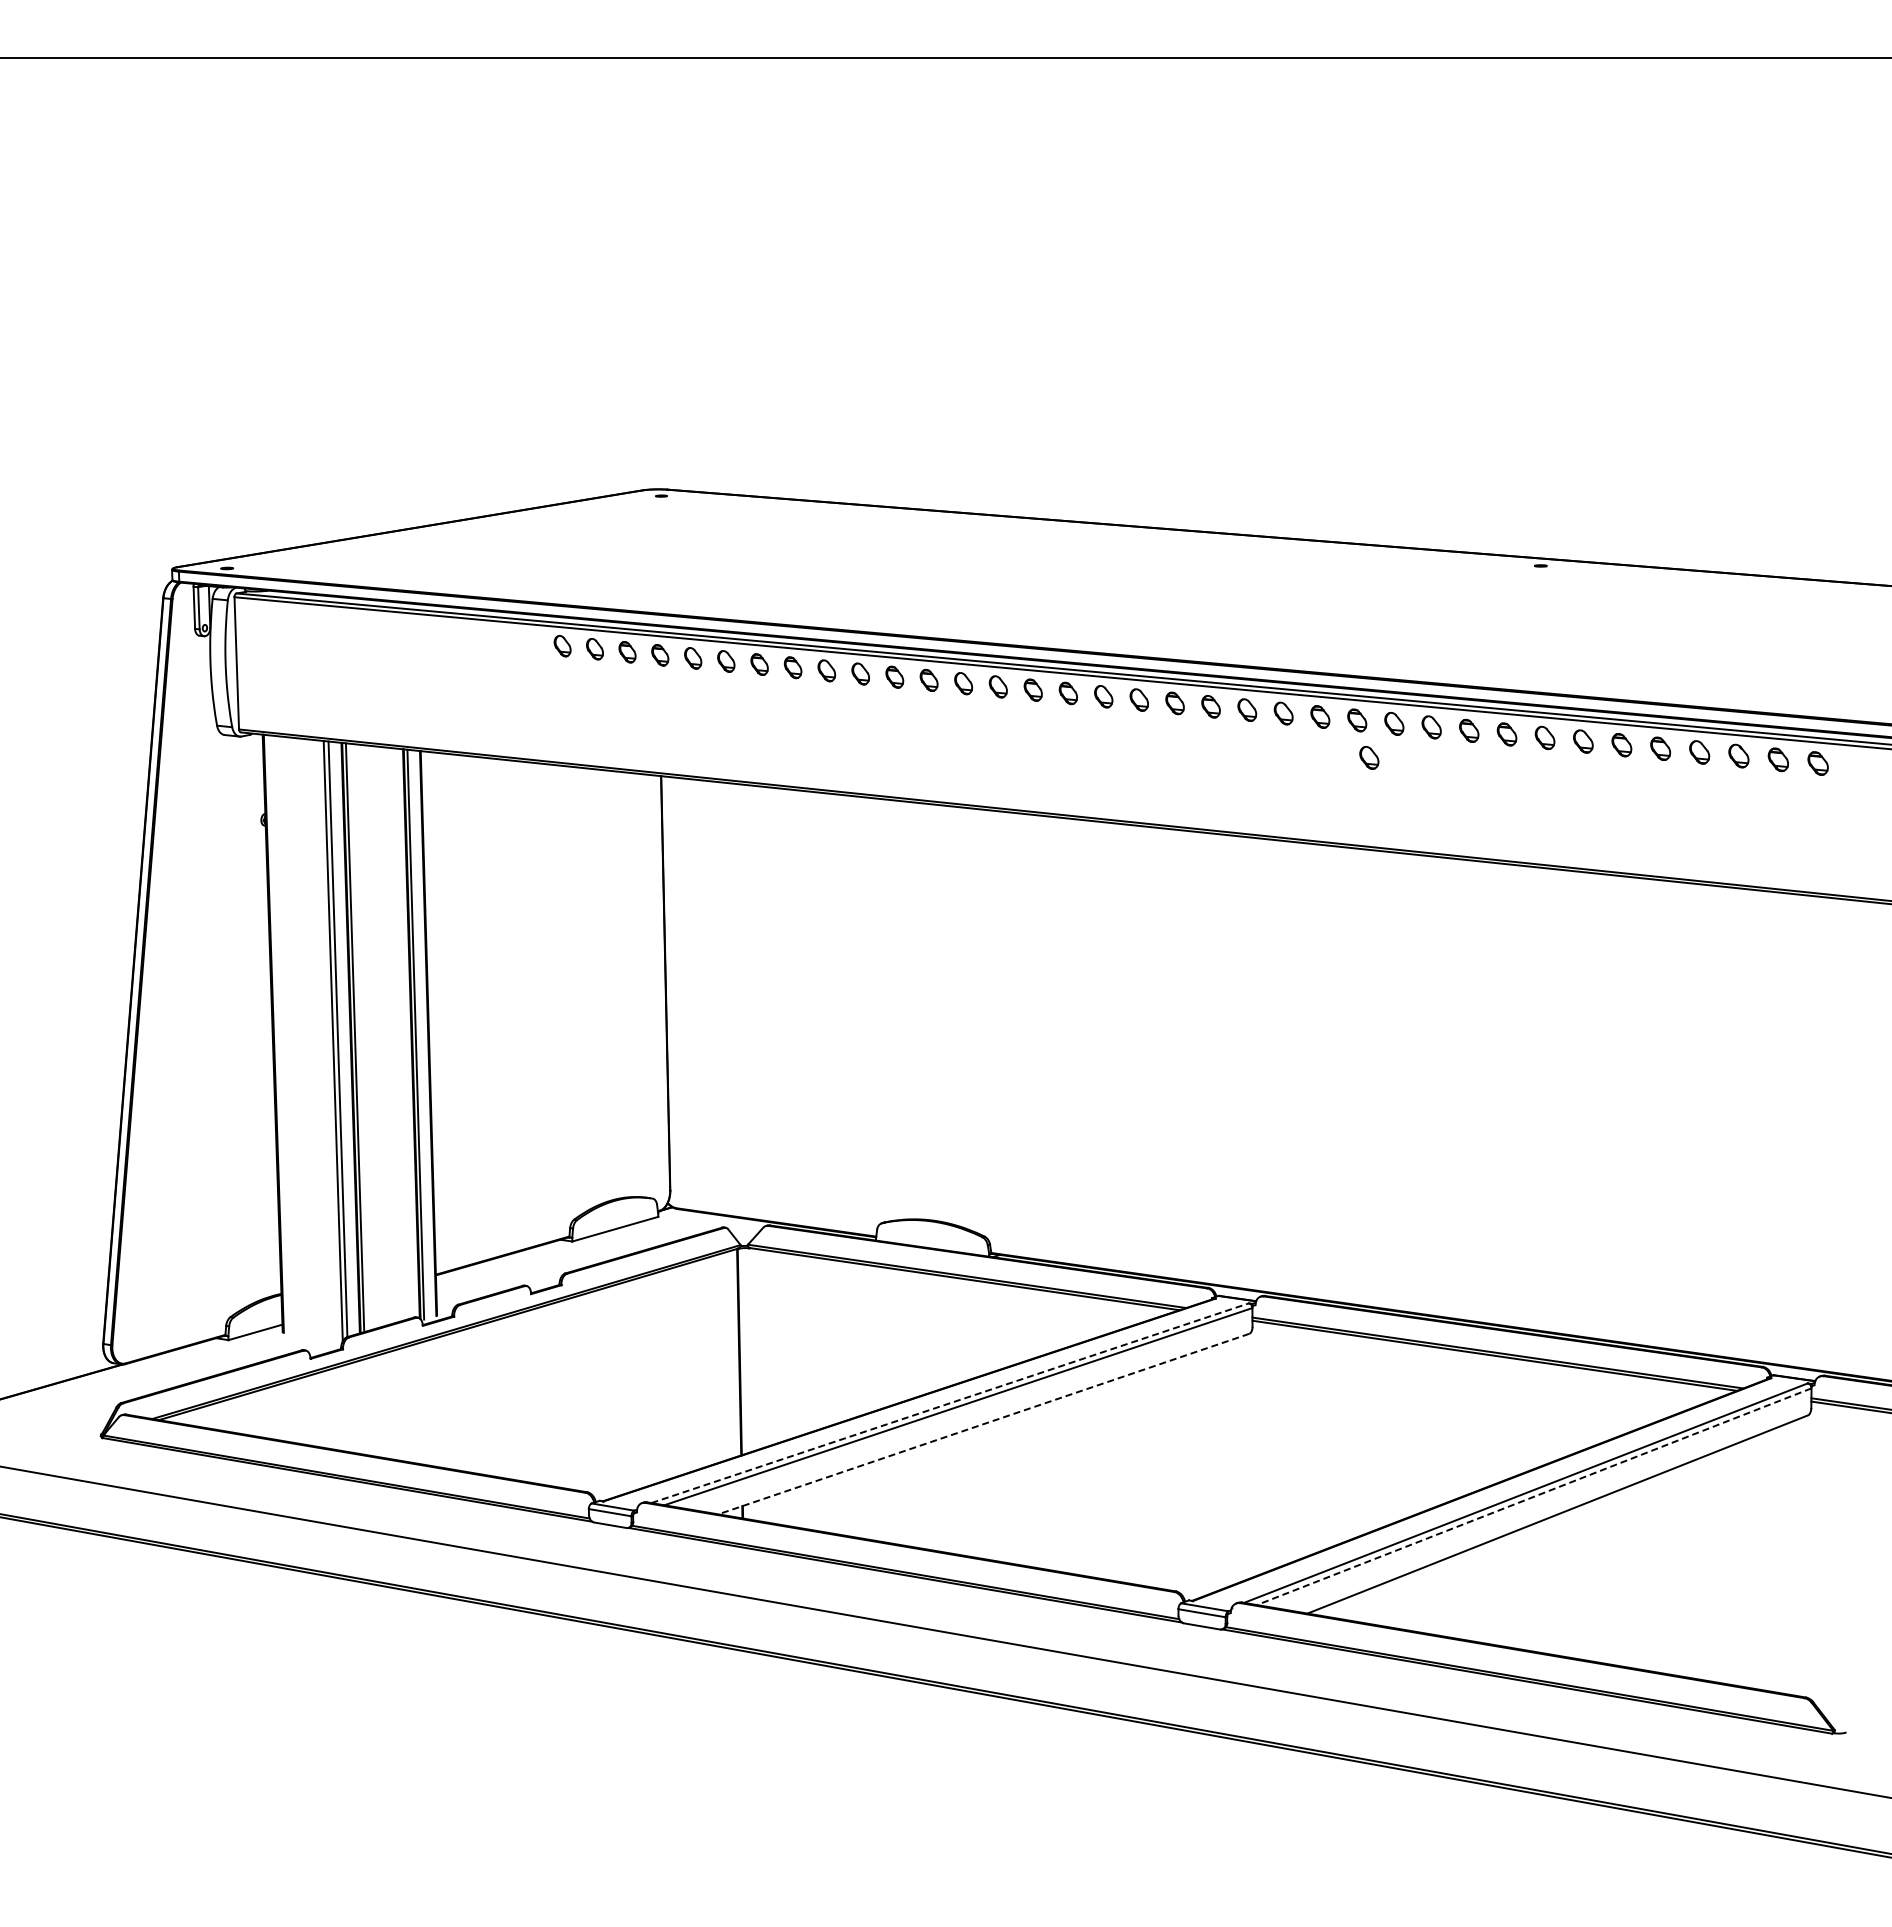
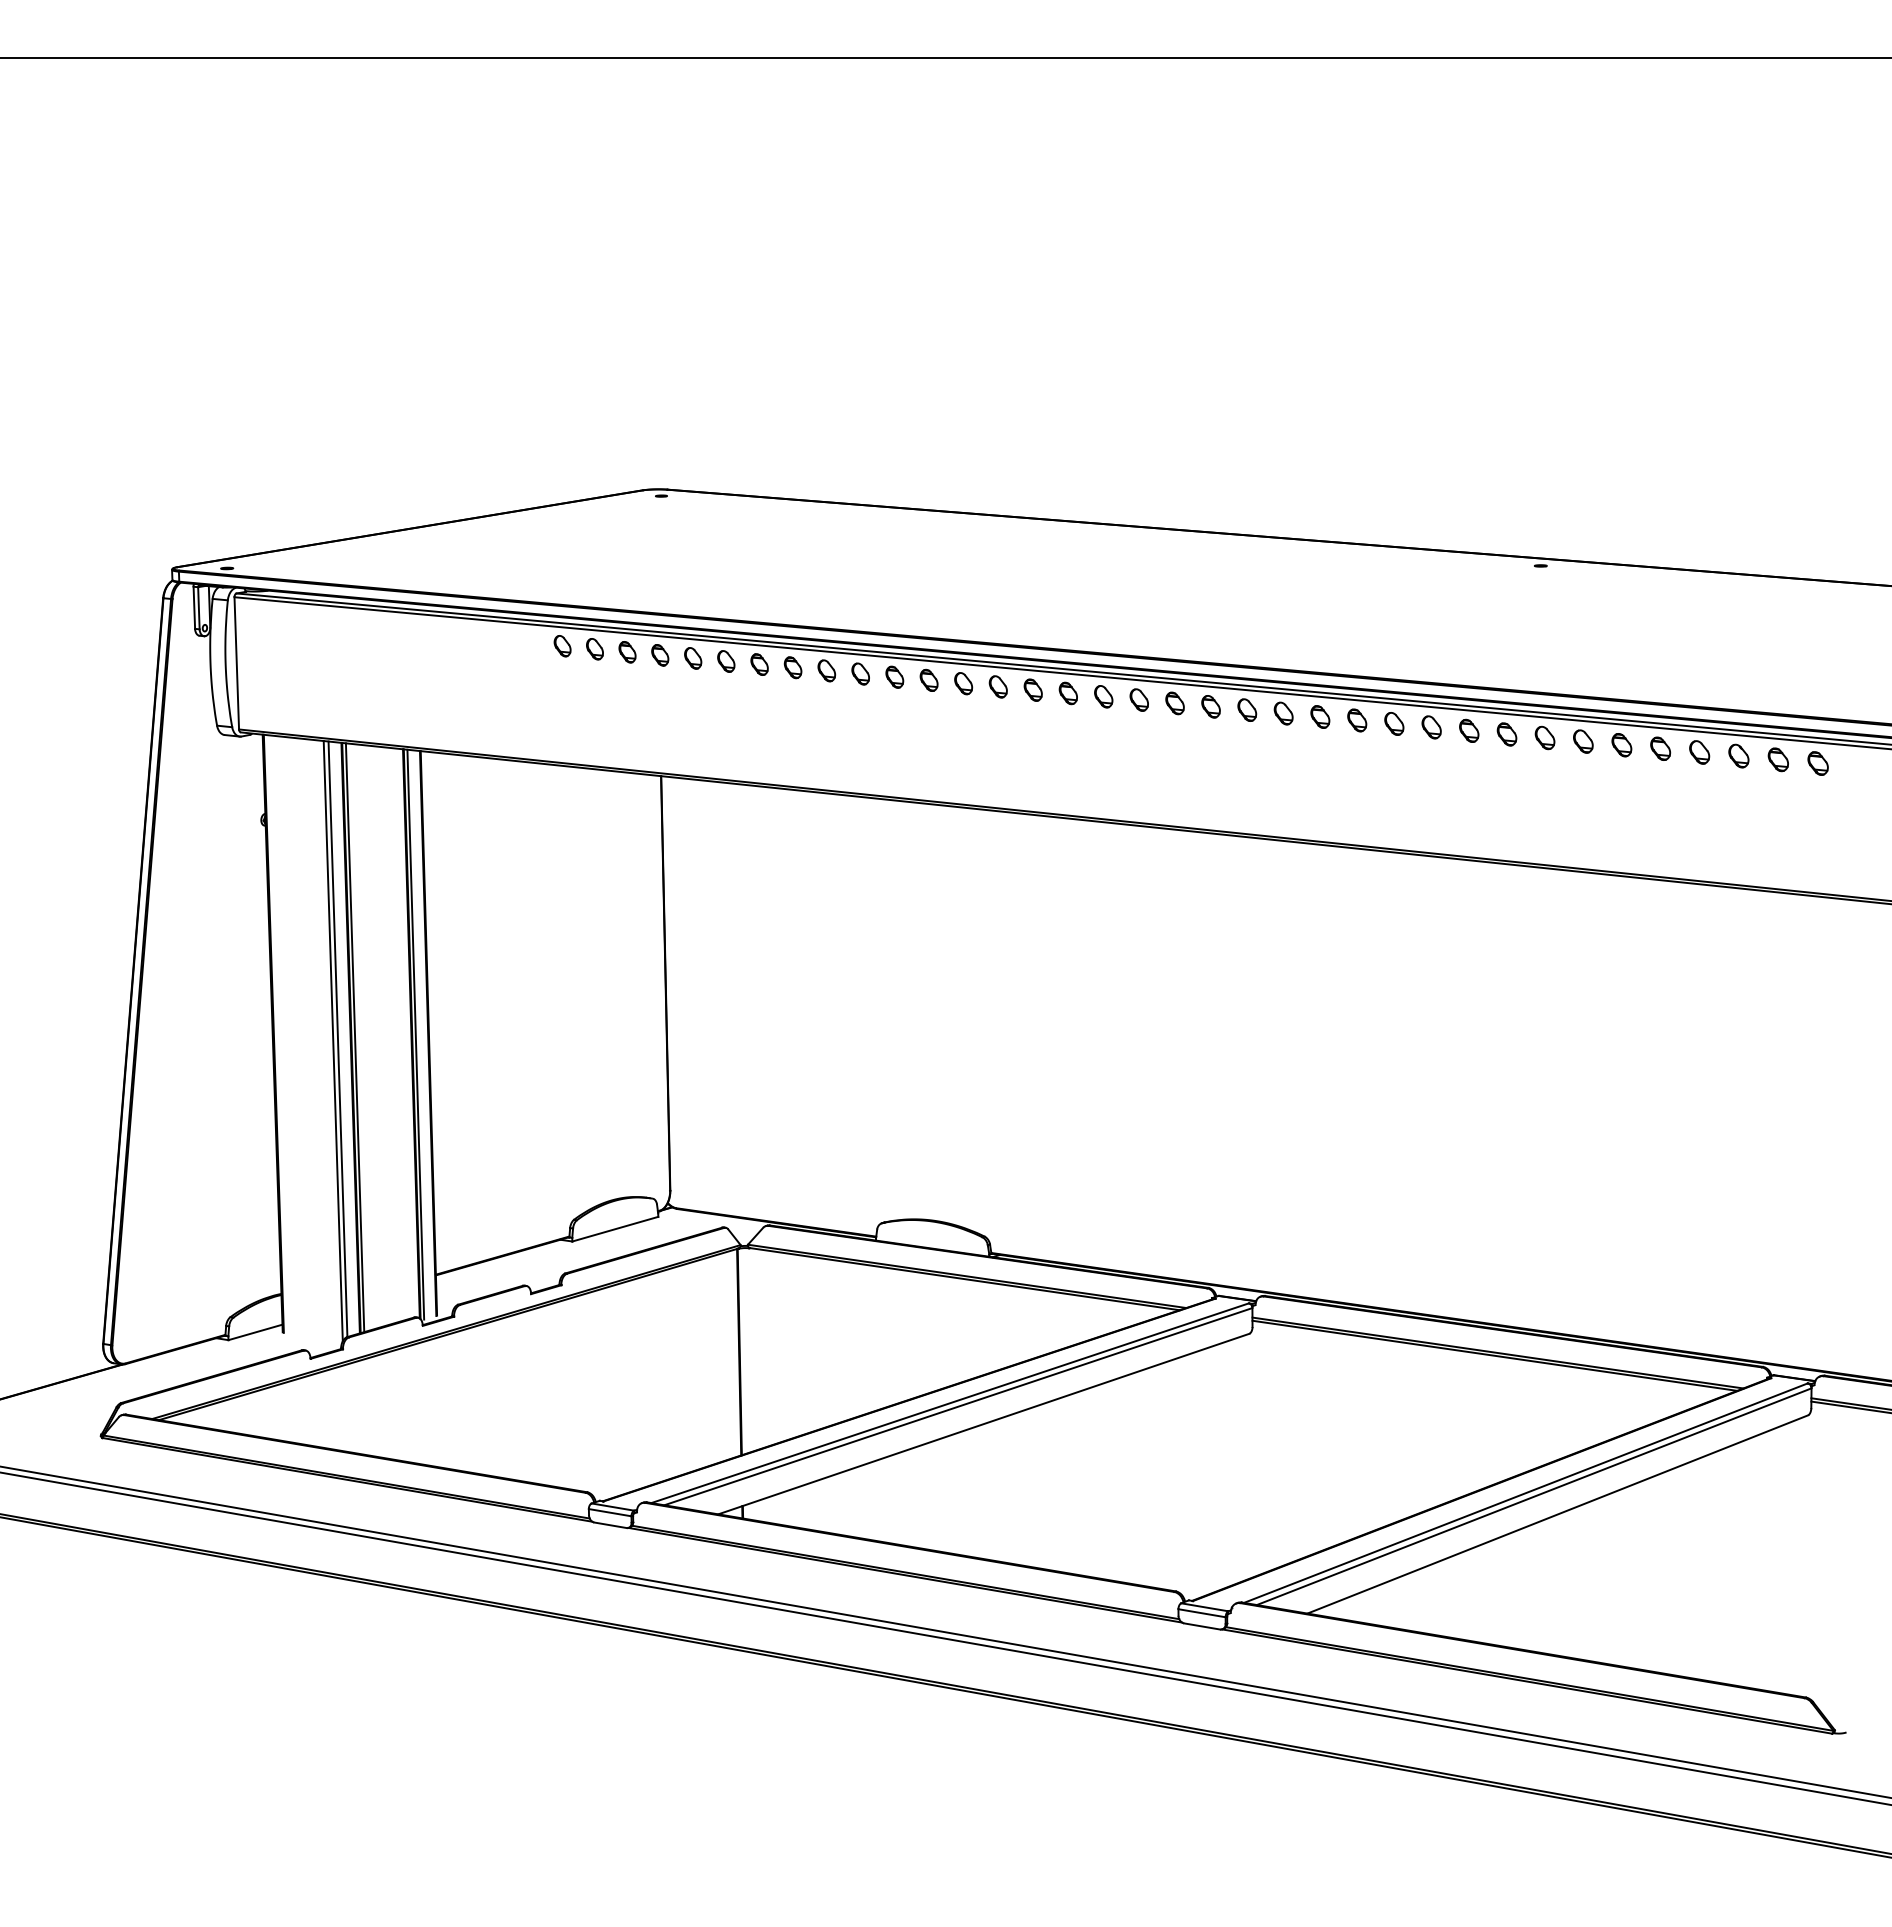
part at (1369, 757): present -> none
line at (950, 1403): dashed -> solid
line at (983, 1424): dashed -> solid
line at (1534, 1496): dashed -> solid
line at (945, 1638): none -> present
